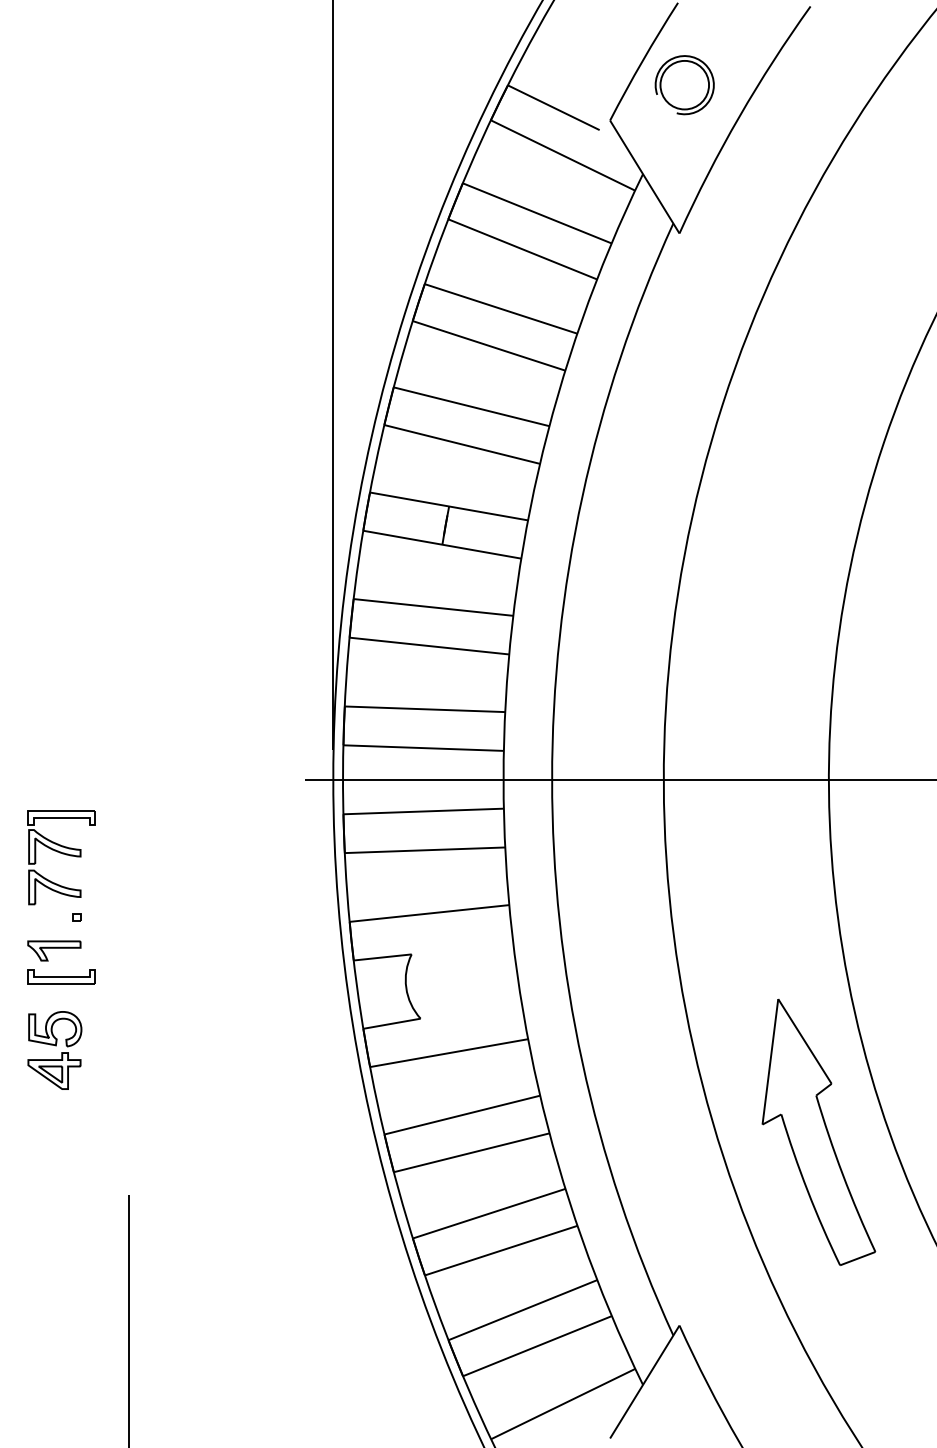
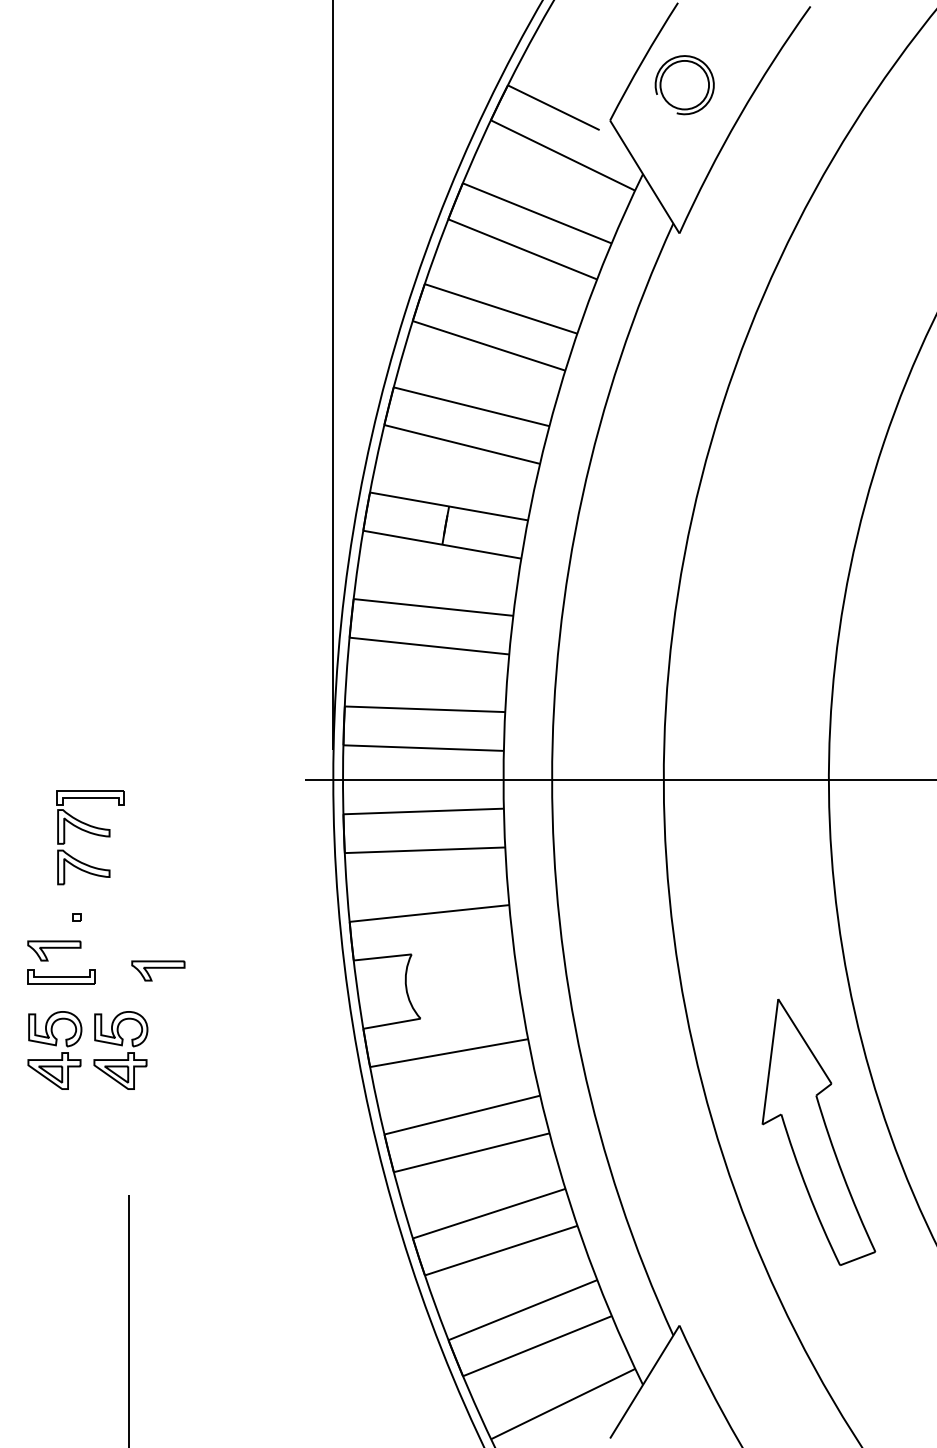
part at (61, 857) position: (61, 857) -> (90, 837)
part at (158, 970): none -> present
part at (120, 1050): none -> present
